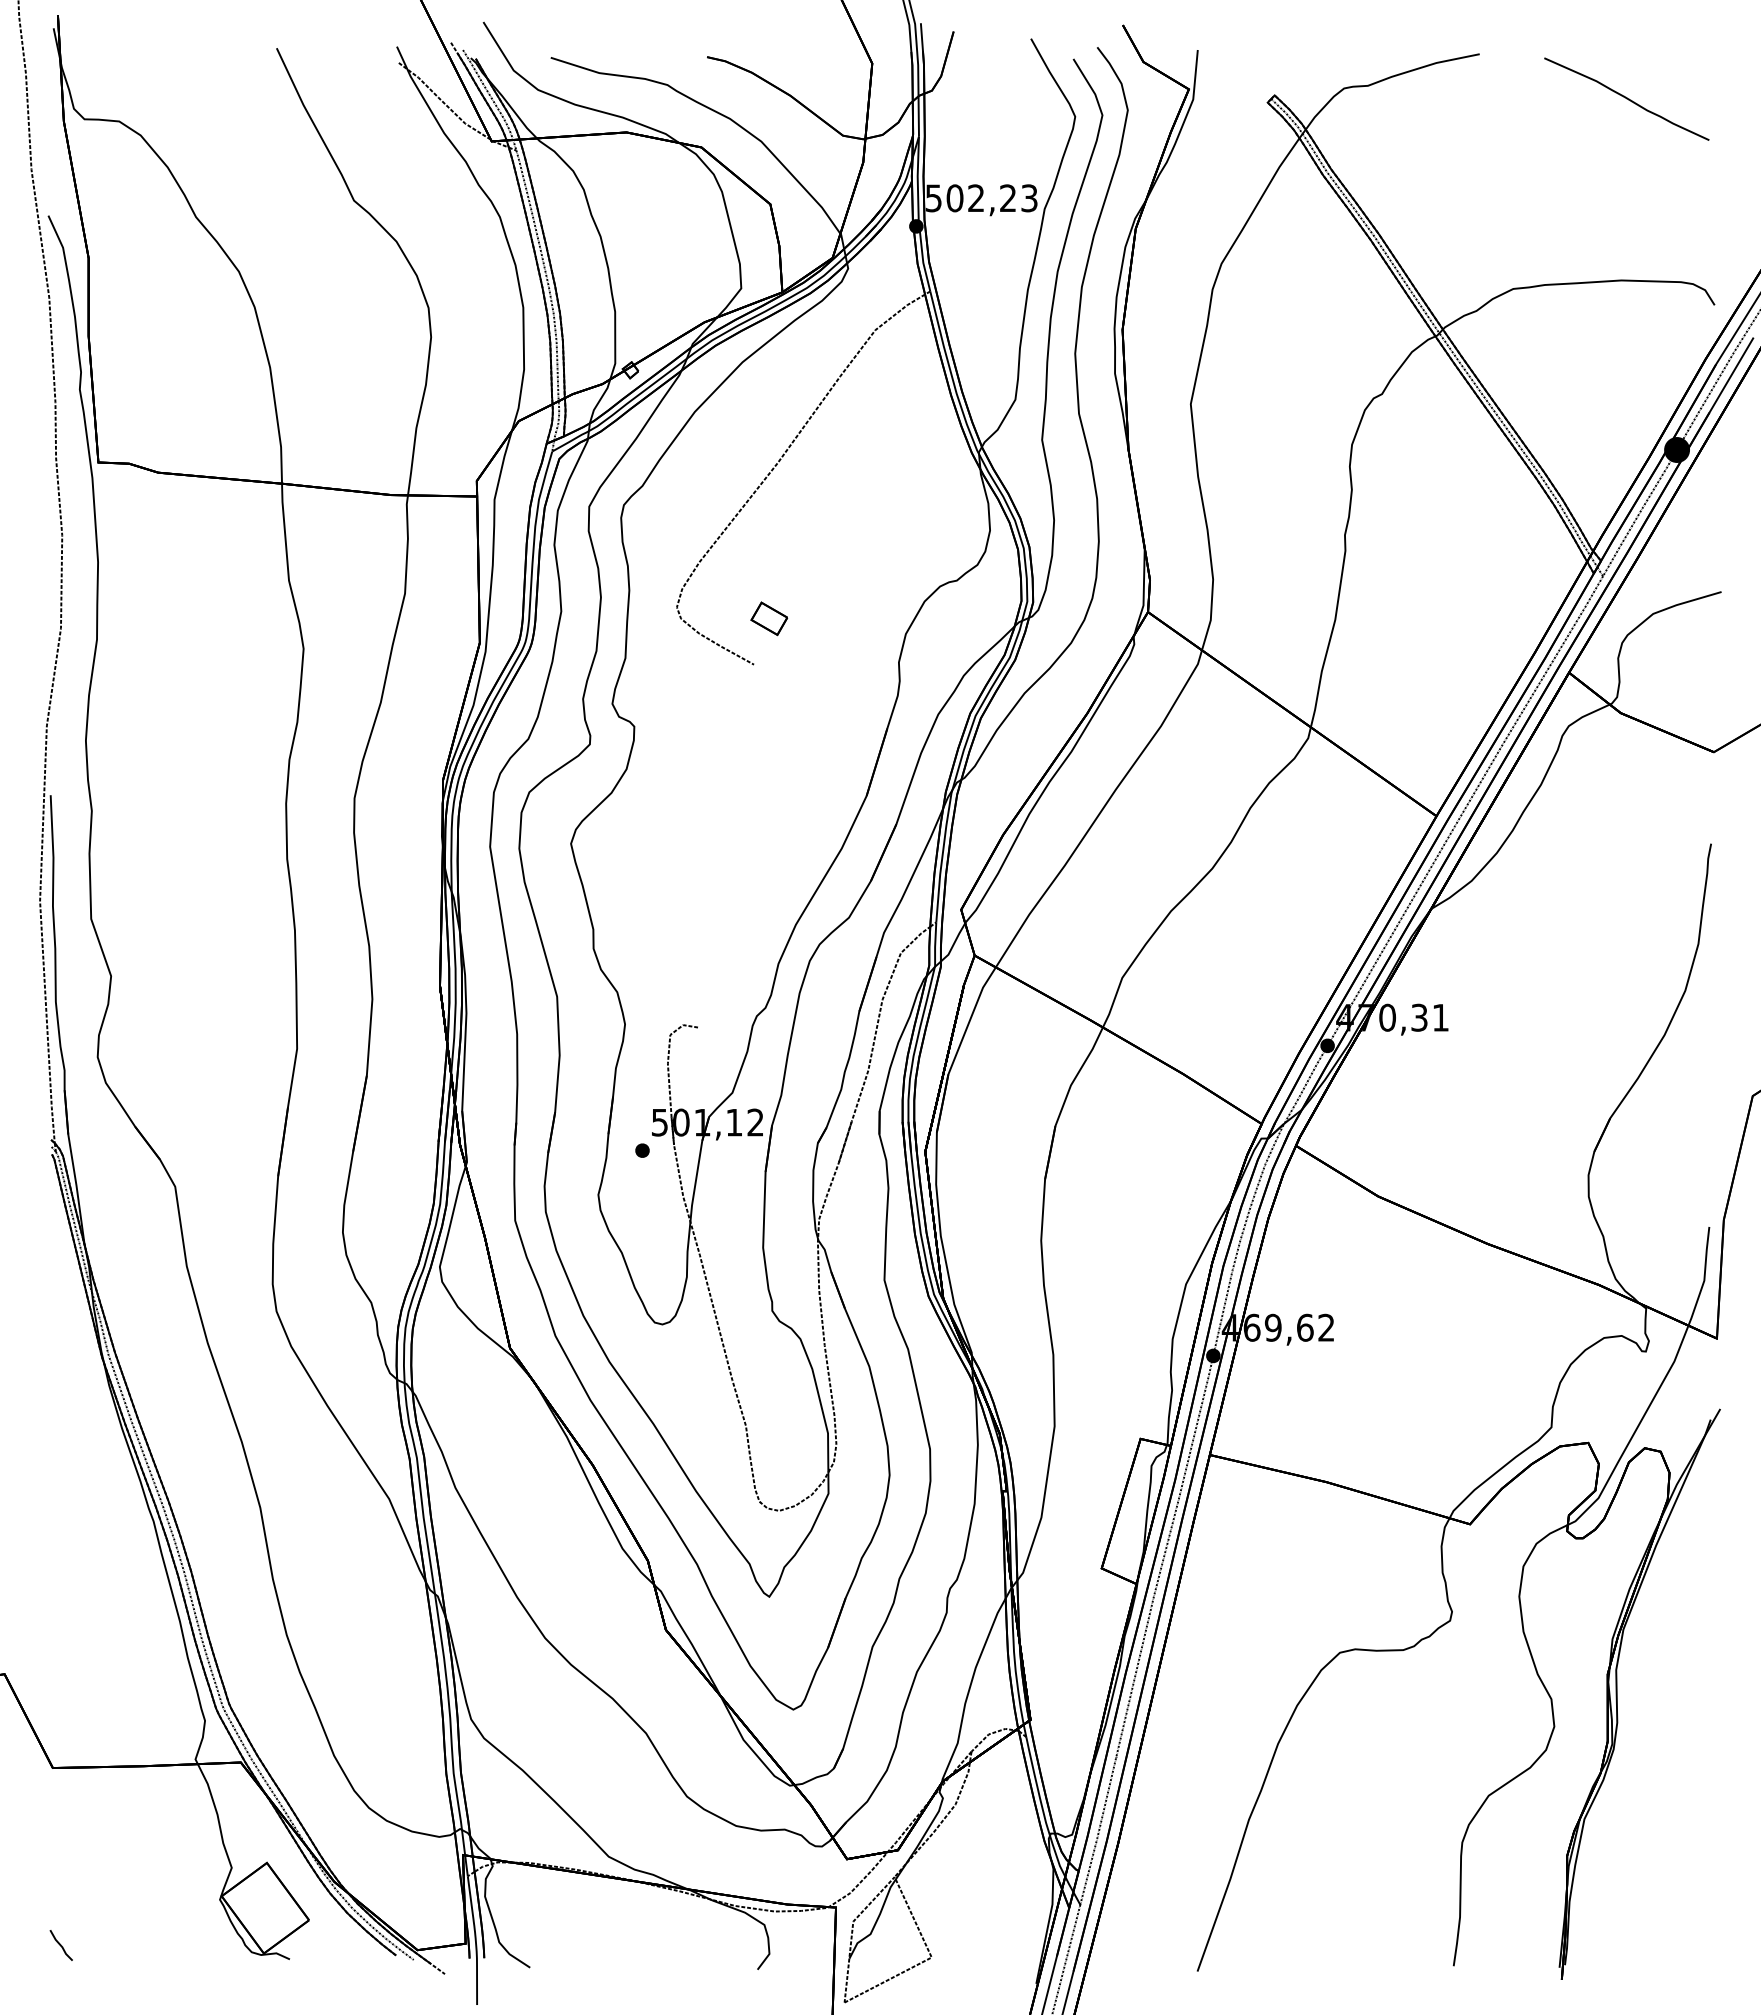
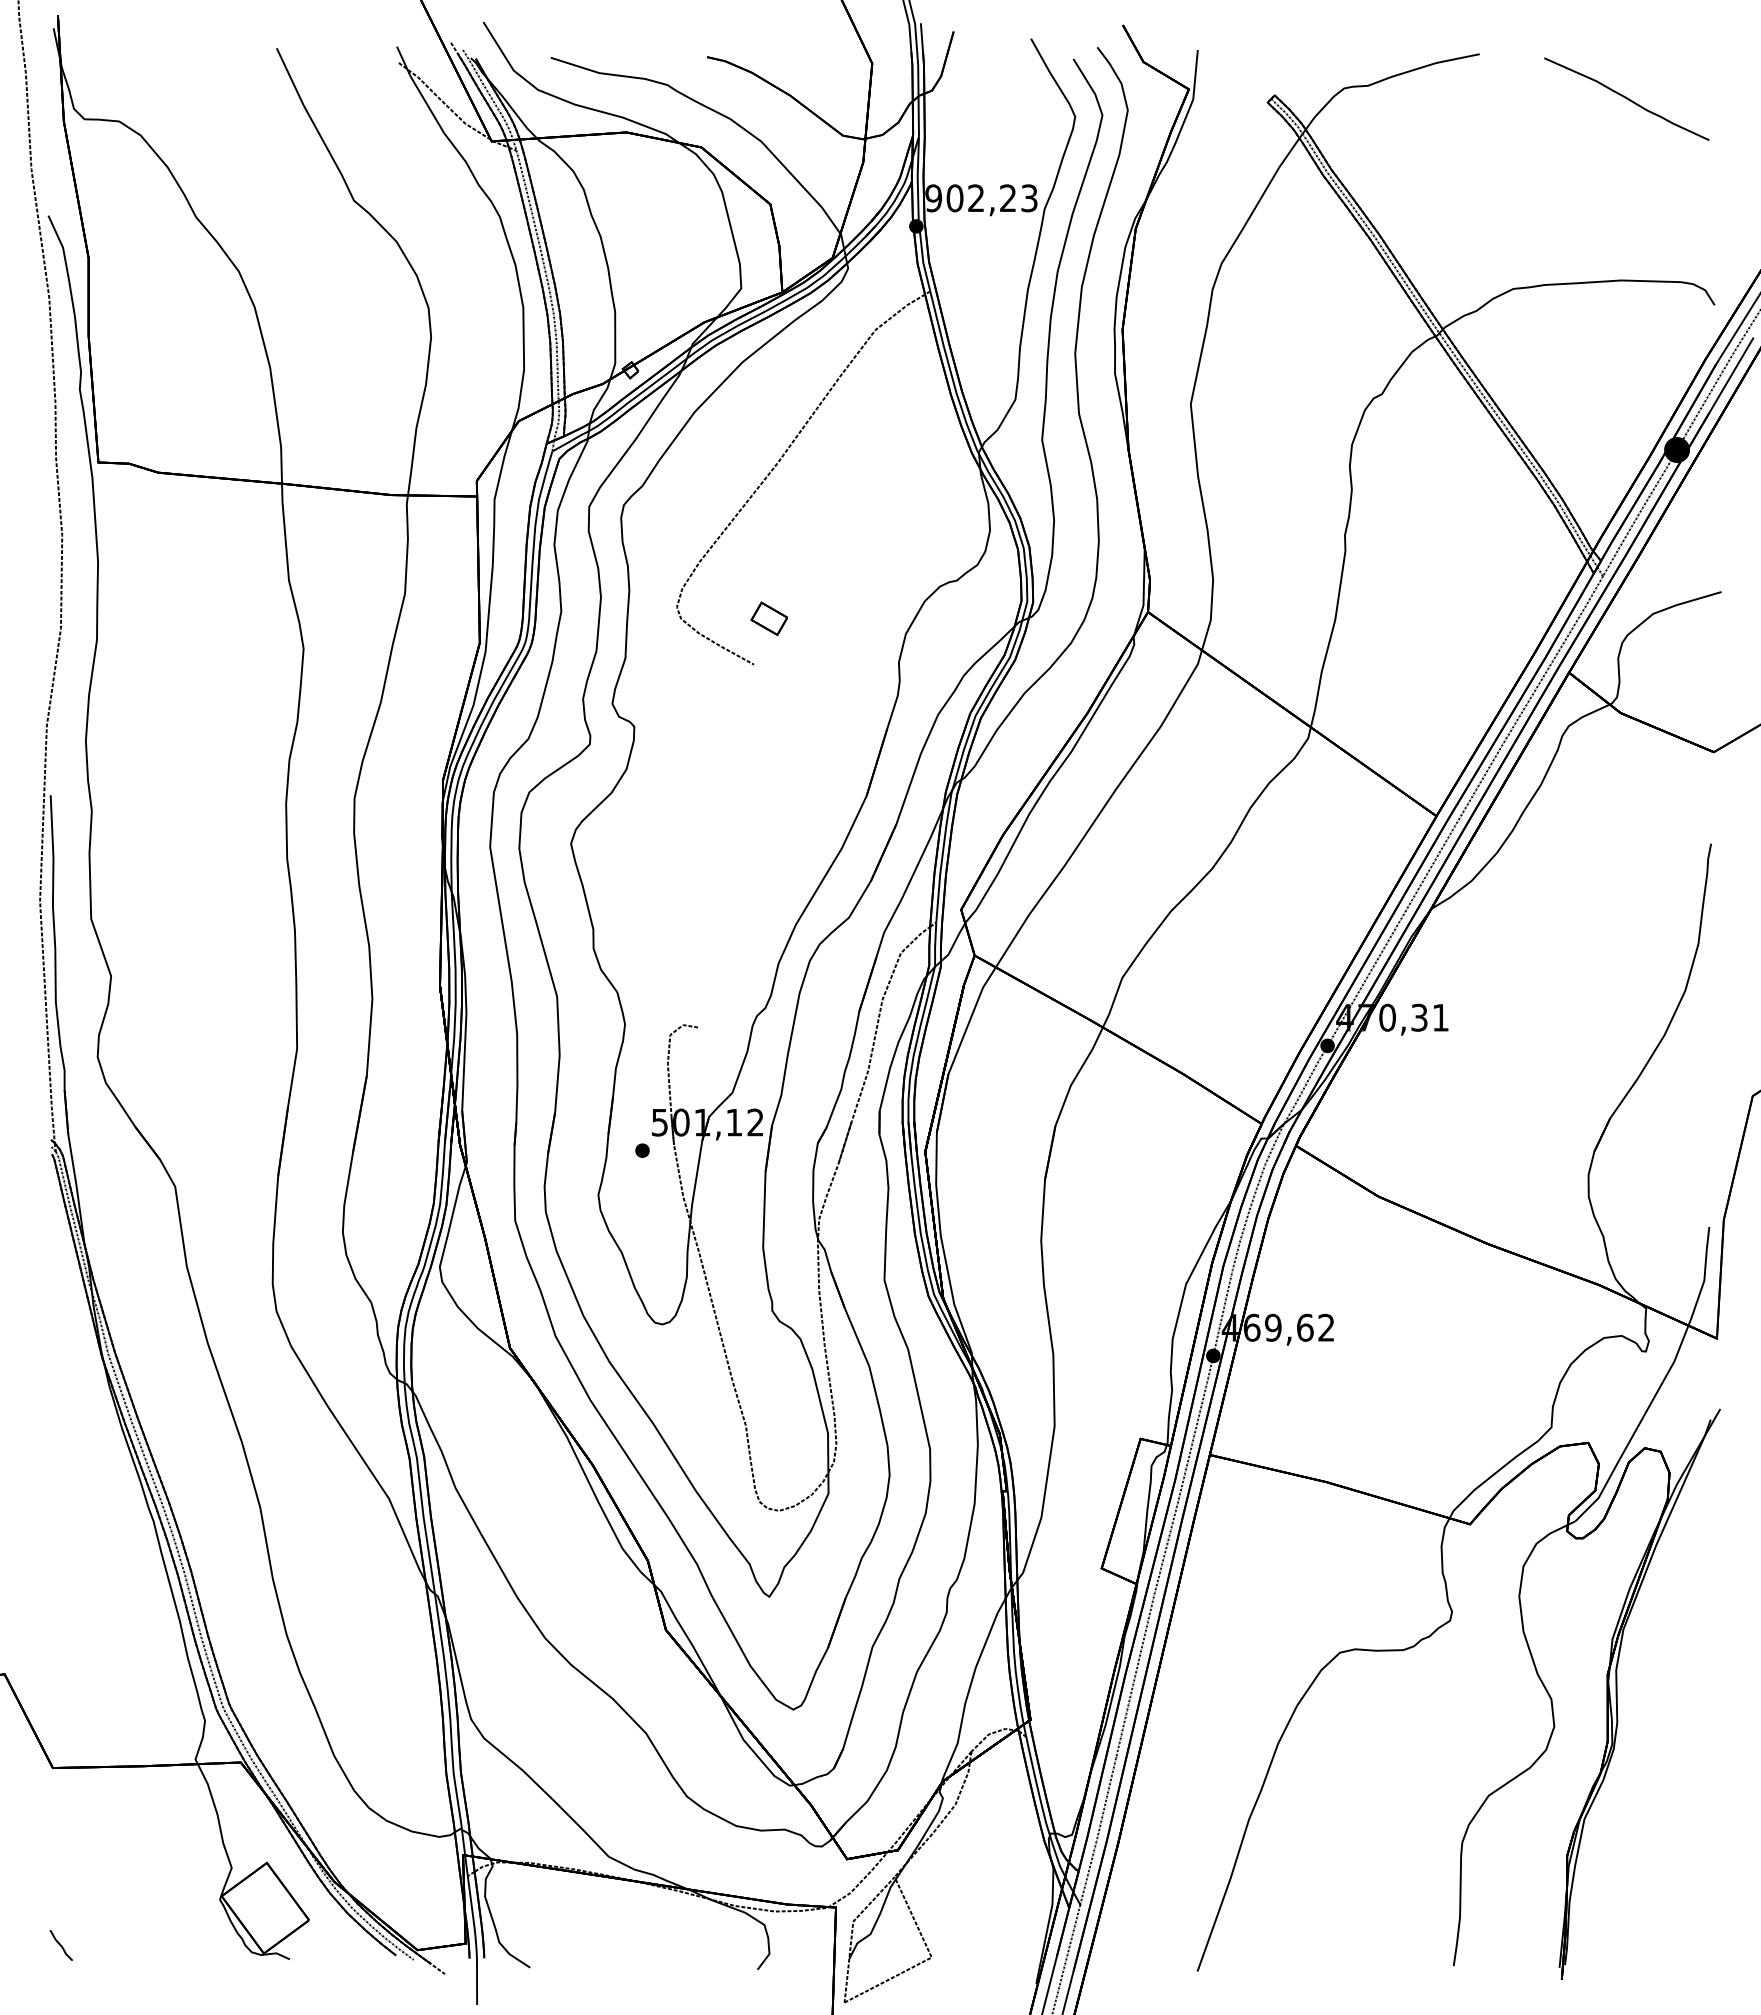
text at (933, 198): 502,23 -> 902,23
